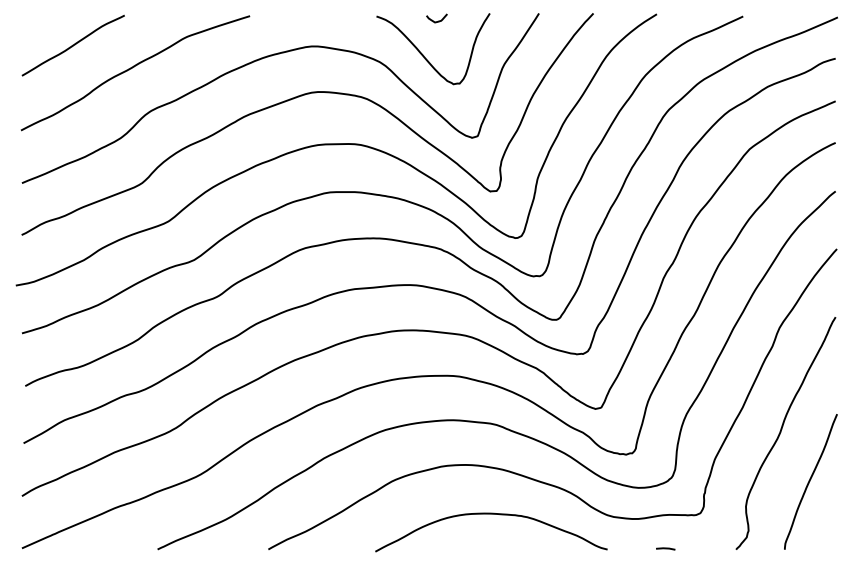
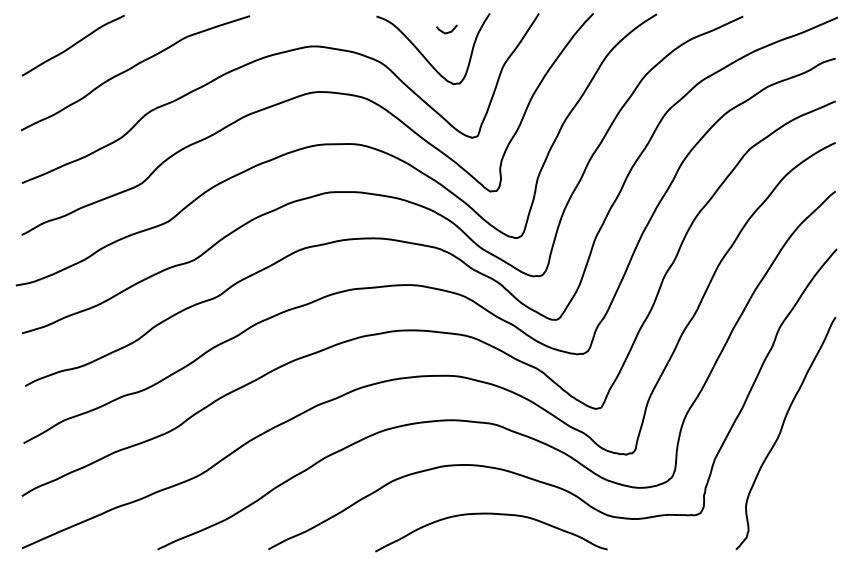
curve at (438, 20) position: (438, 20) -> (448, 31)
curve at (810, 481): present -> none
line at (665, 548): present -> none
